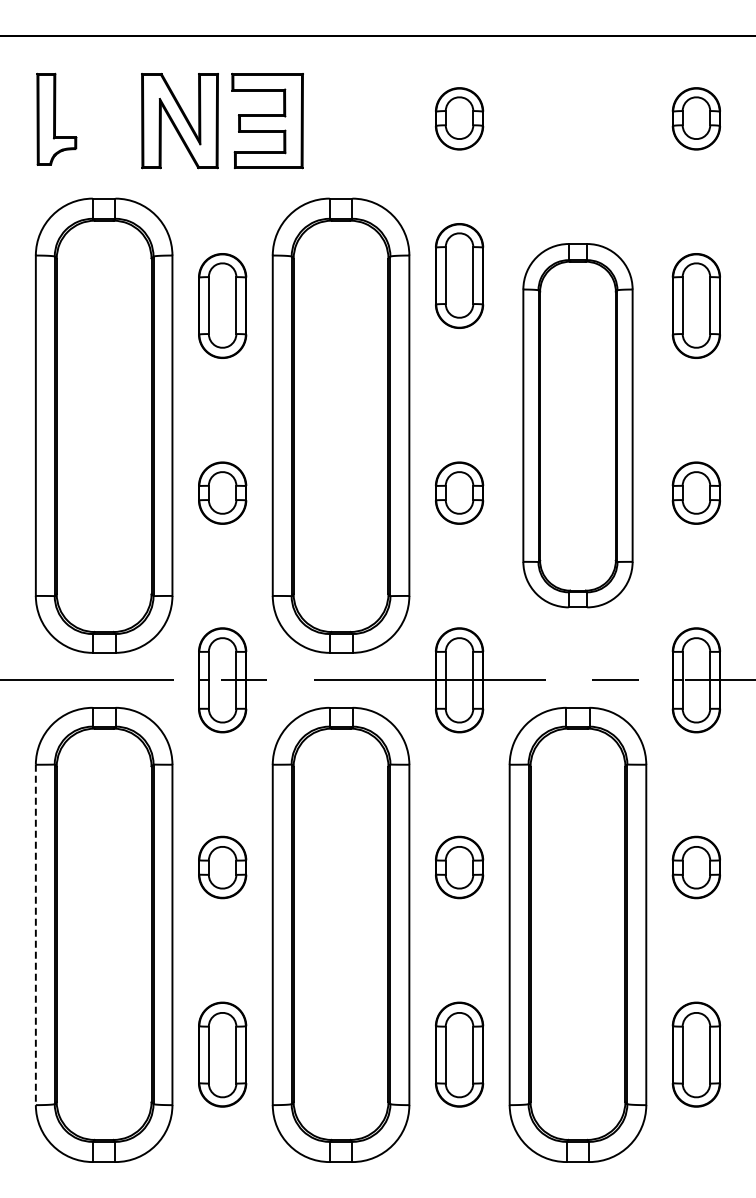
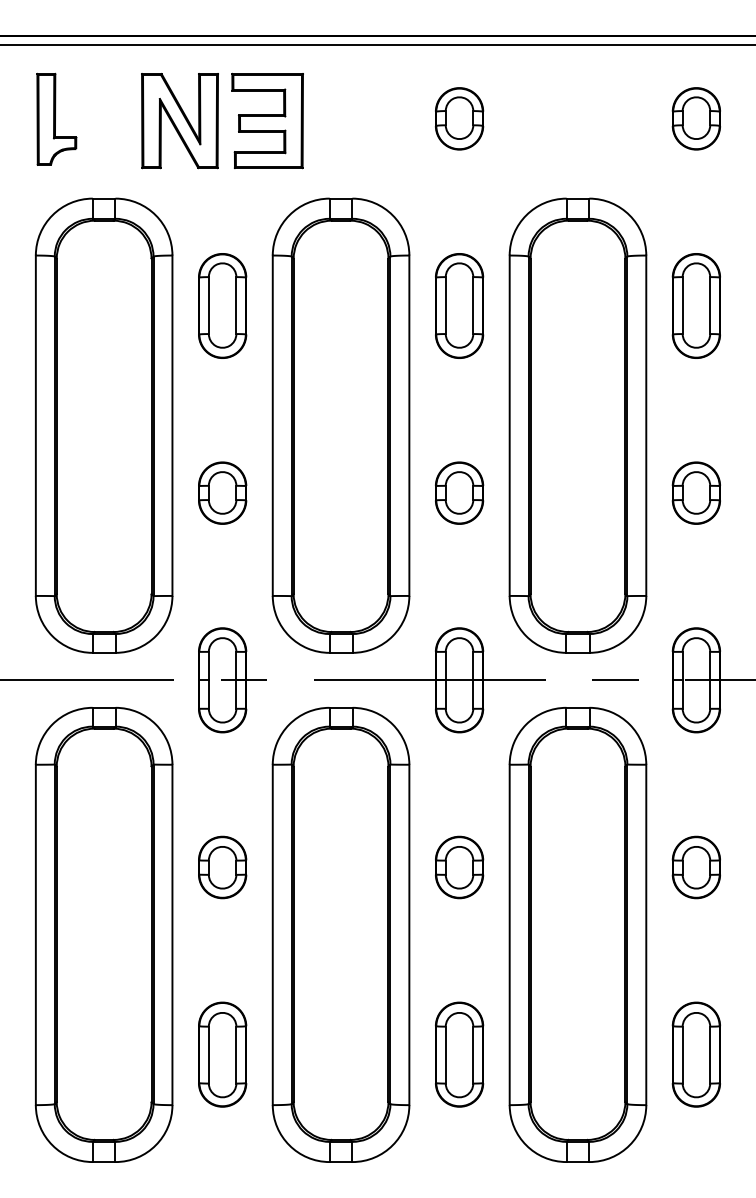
line at (377, 44): none -> present
part at (459, 275) position: (459, 275) -> (459, 305)
part at (577, 425) size: 112x366 px -> 140x457 px
line at (35, 935): dashed -> solid
